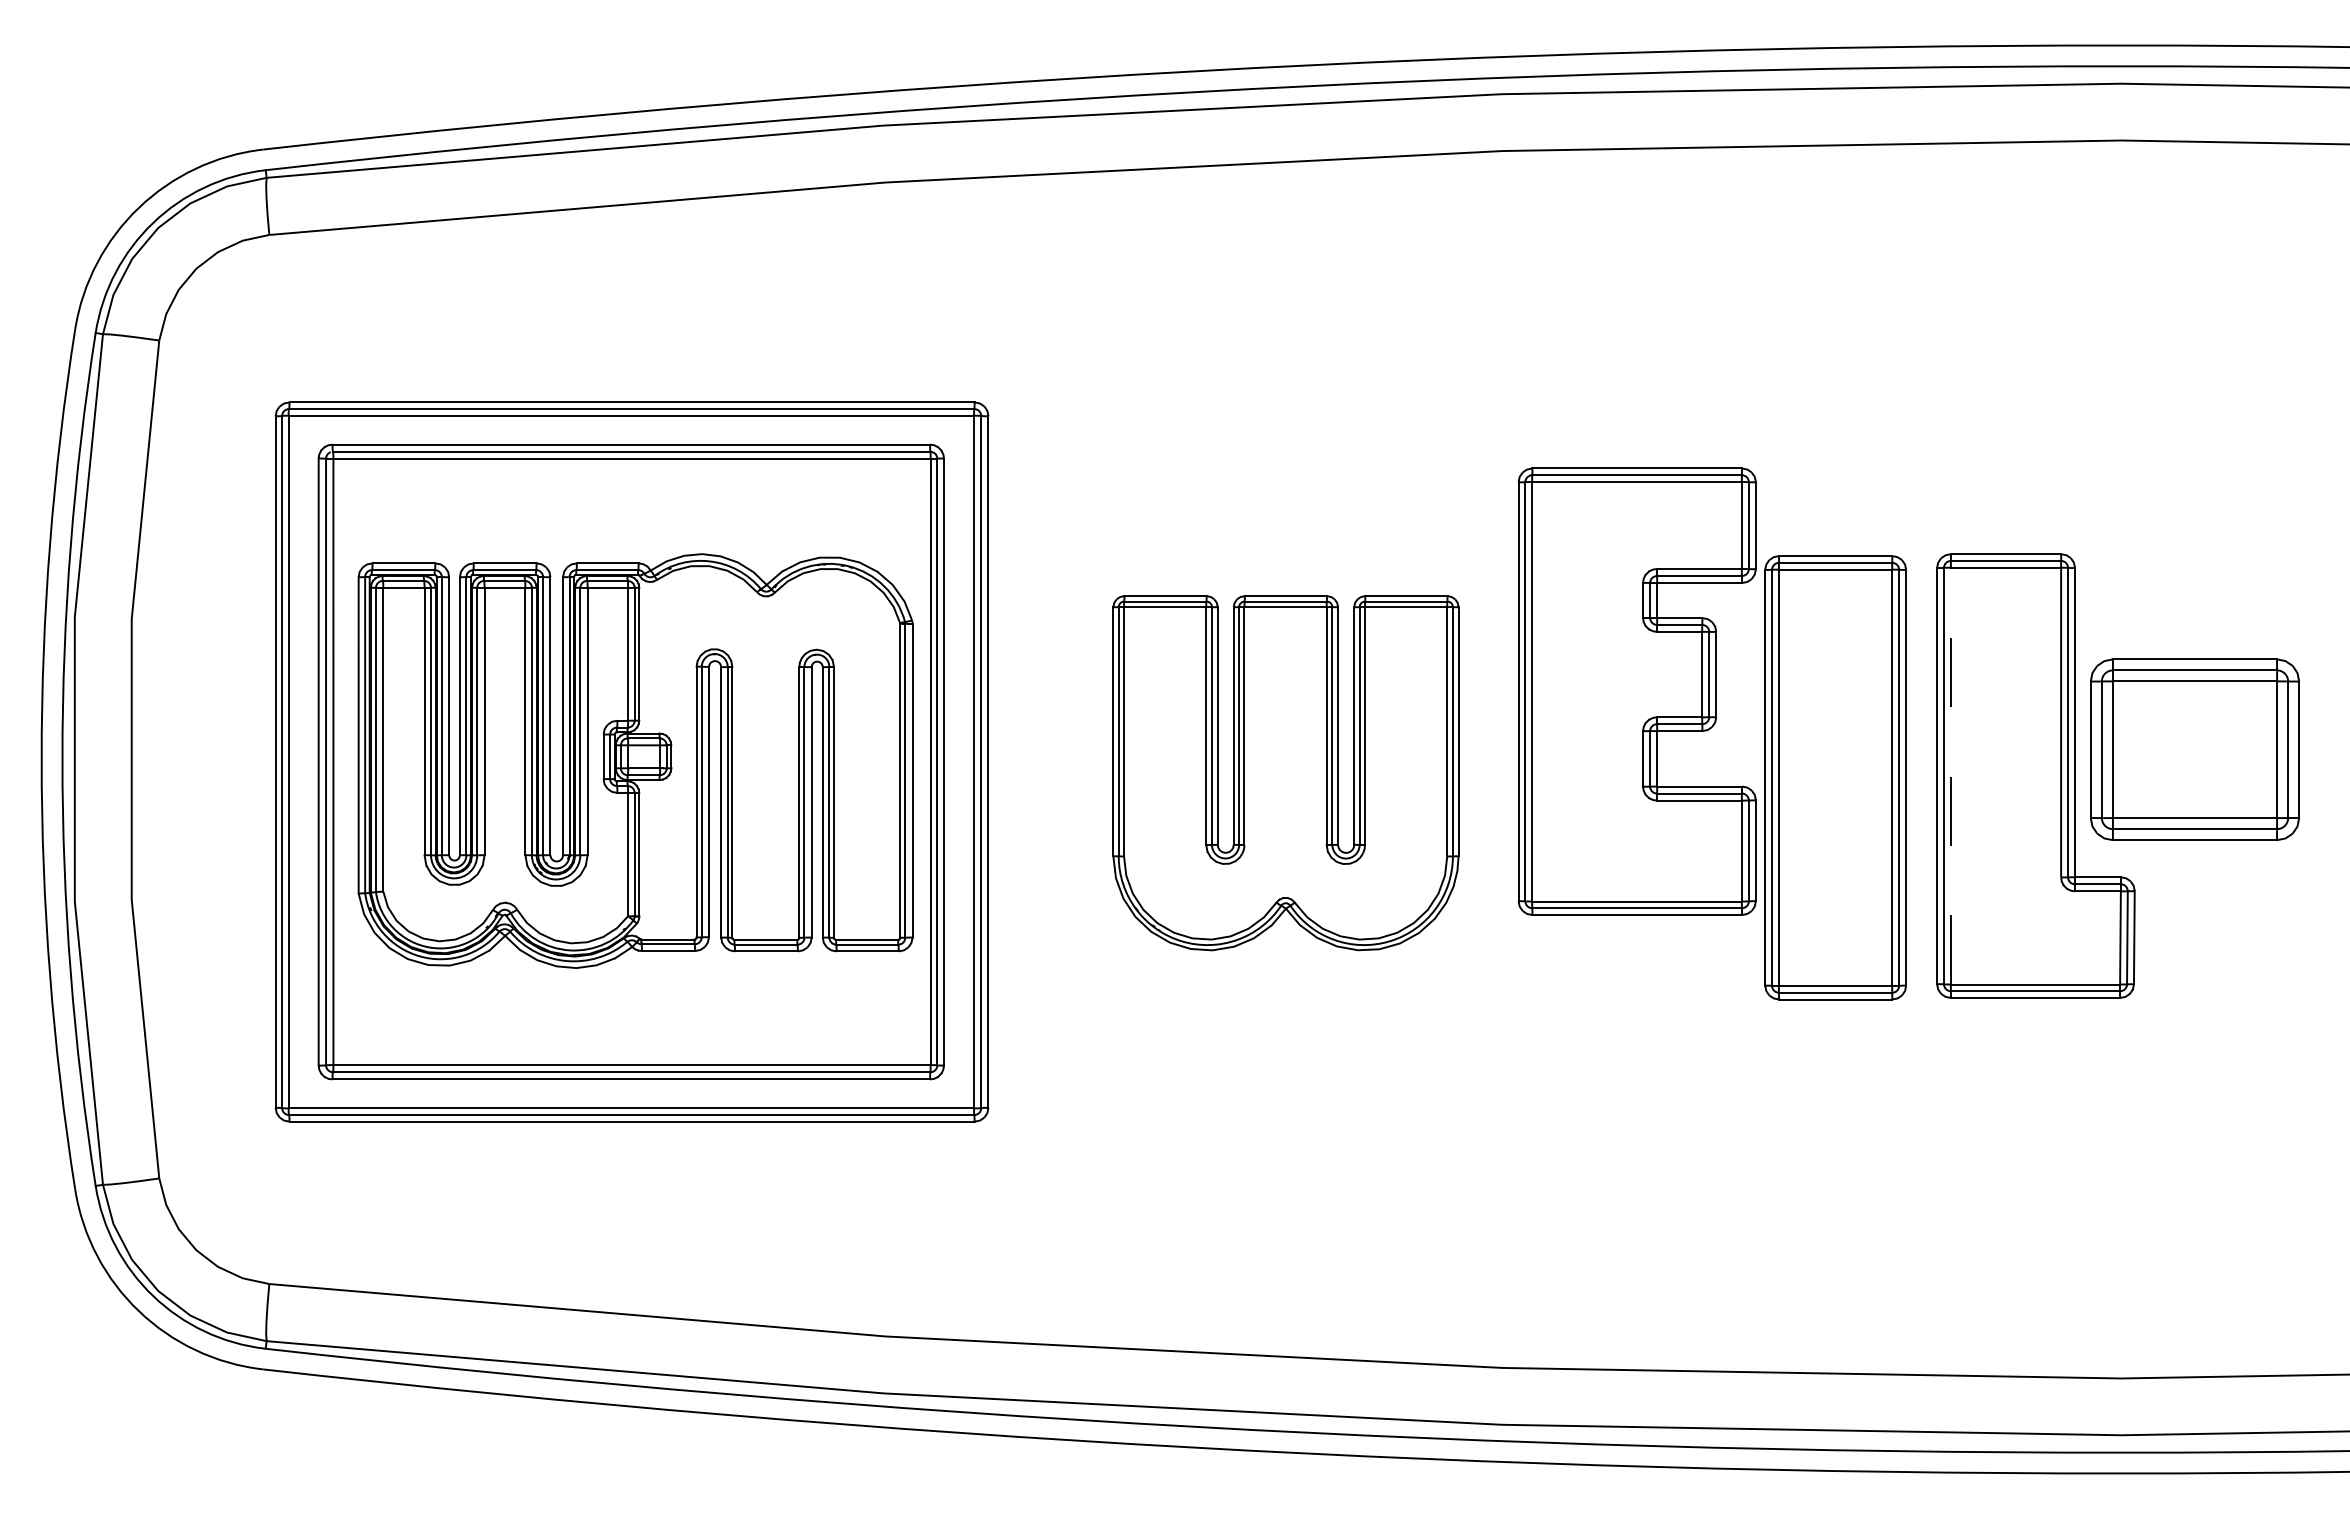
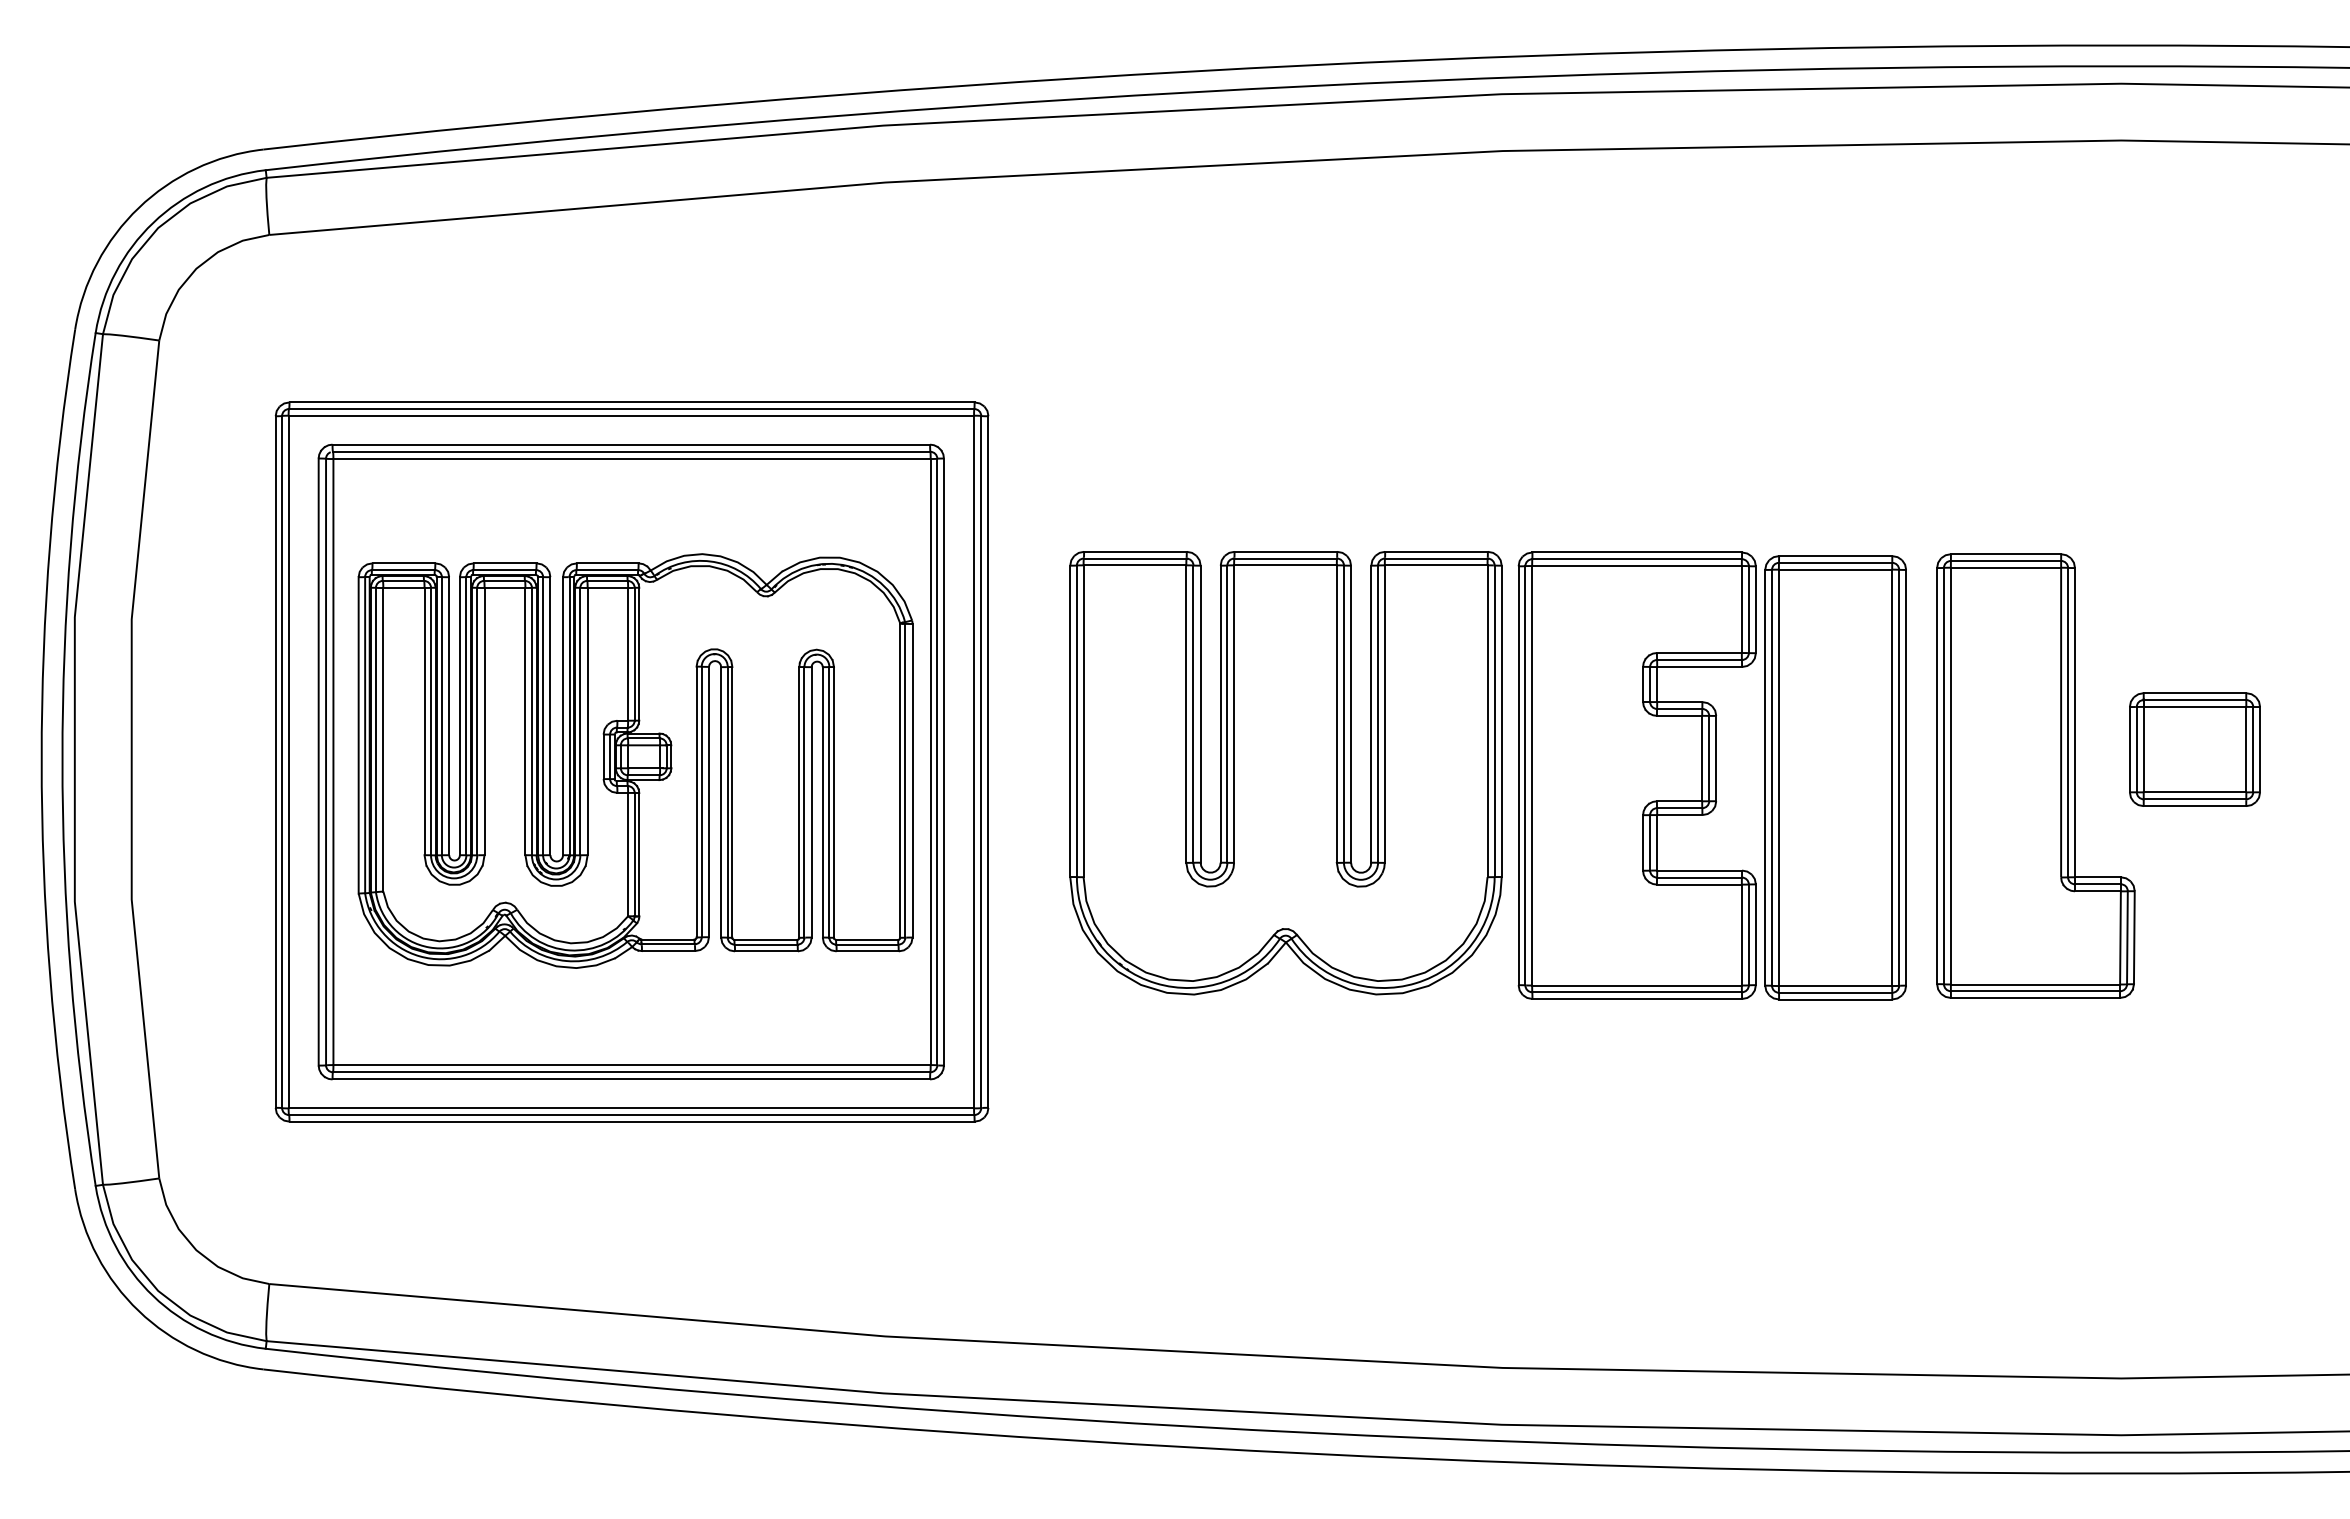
part at (1636, 691) position: (1636, 691) -> (1636, 775)
part at (2194, 749) size: 210x183 px -> 132x115 px
part at (1285, 773) size: 348x357 px -> 434x445 px
line at (1950, 775): dashed -> solid
